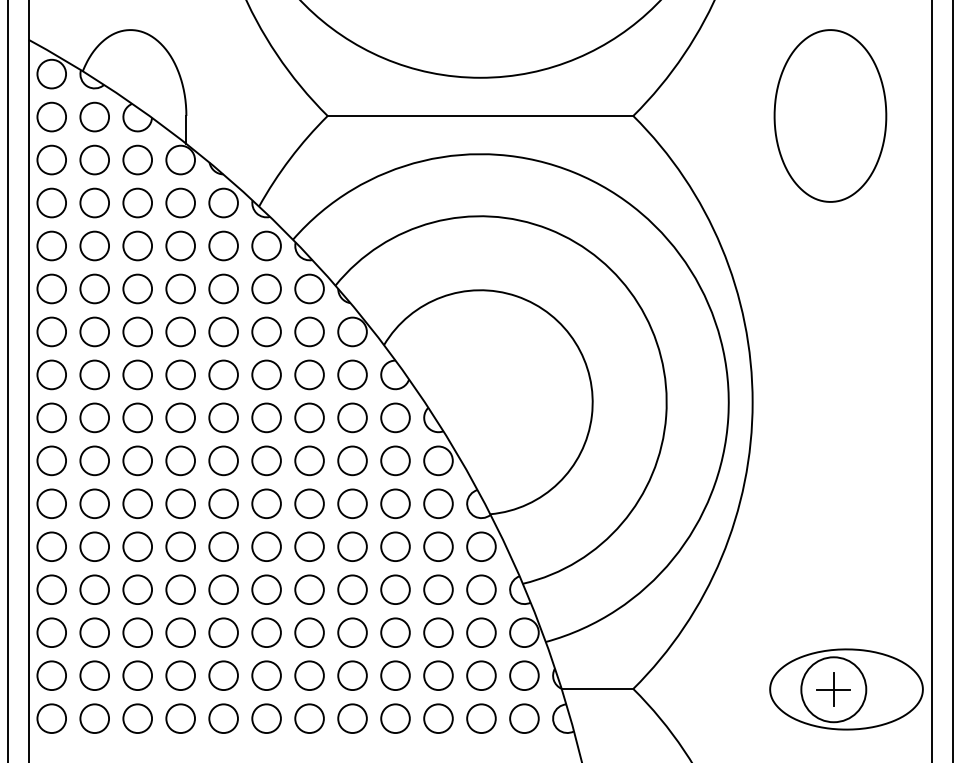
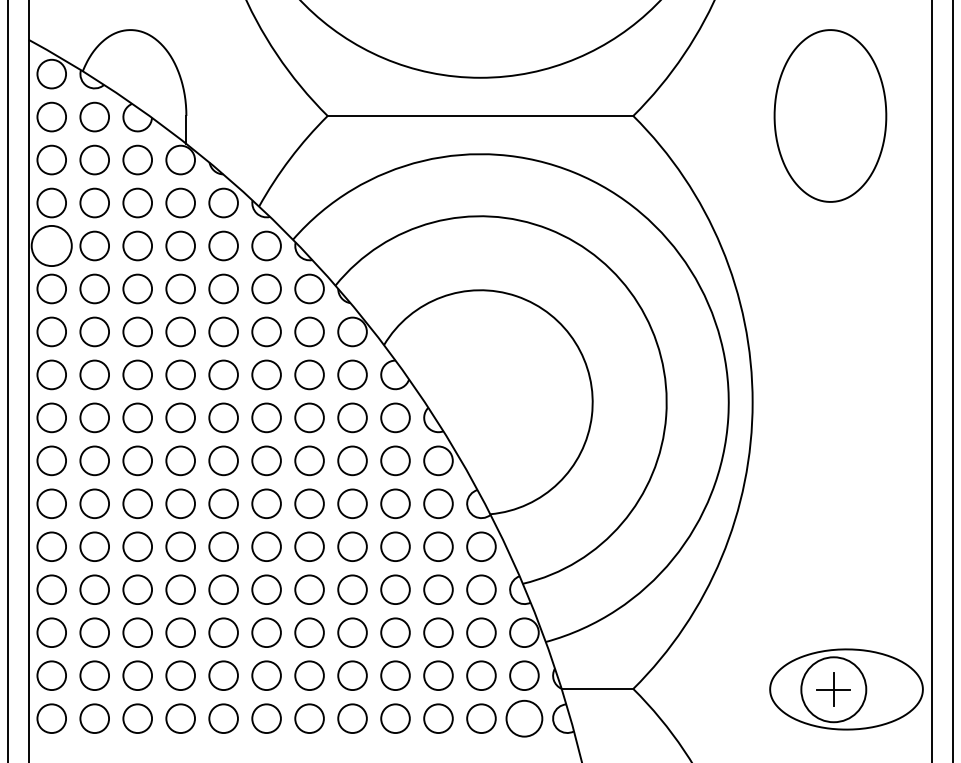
circle at (51, 245) diameter: 29 px -> 40 px
circle at (524, 718) size: 31x31 px -> 39x39 px
